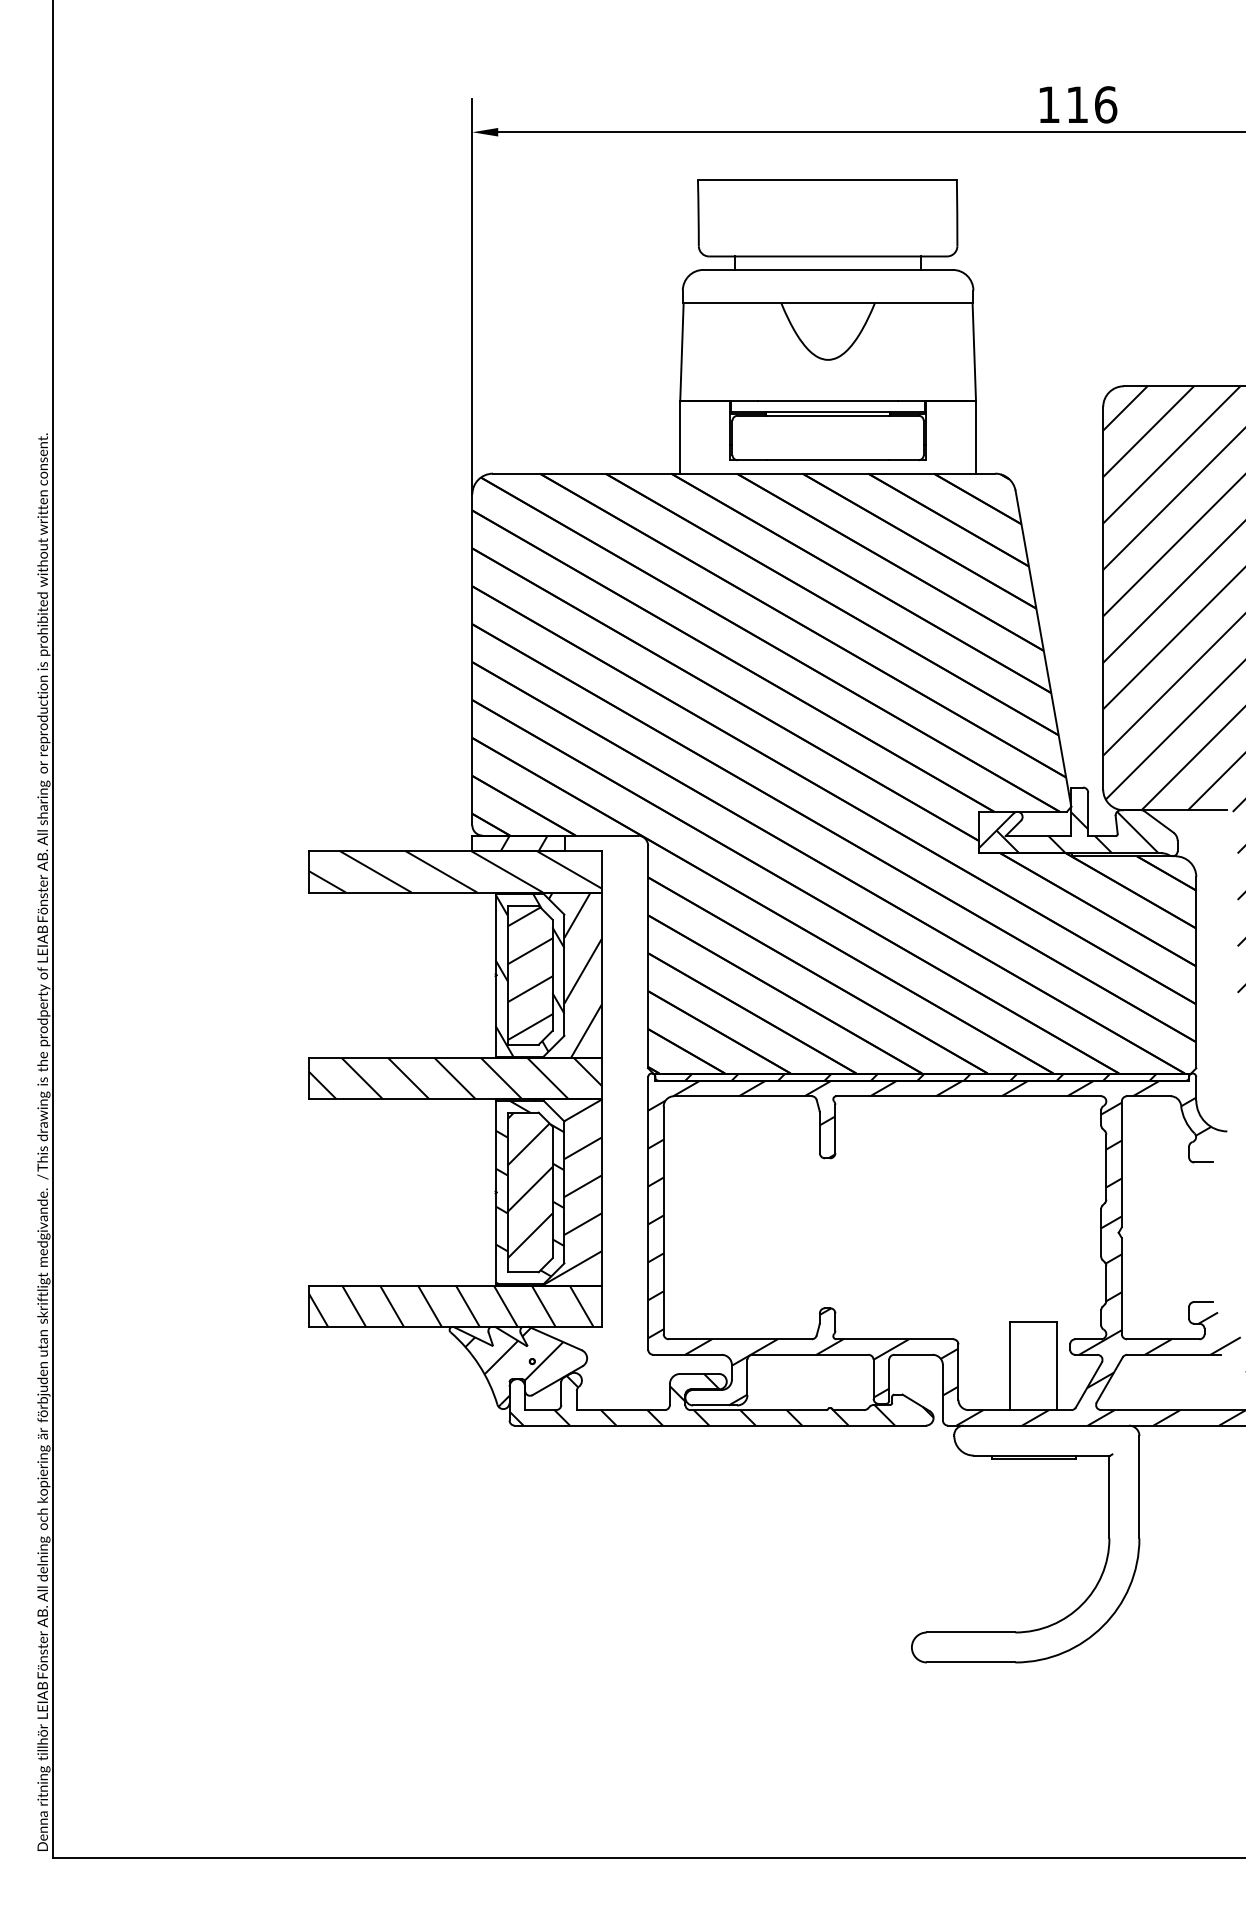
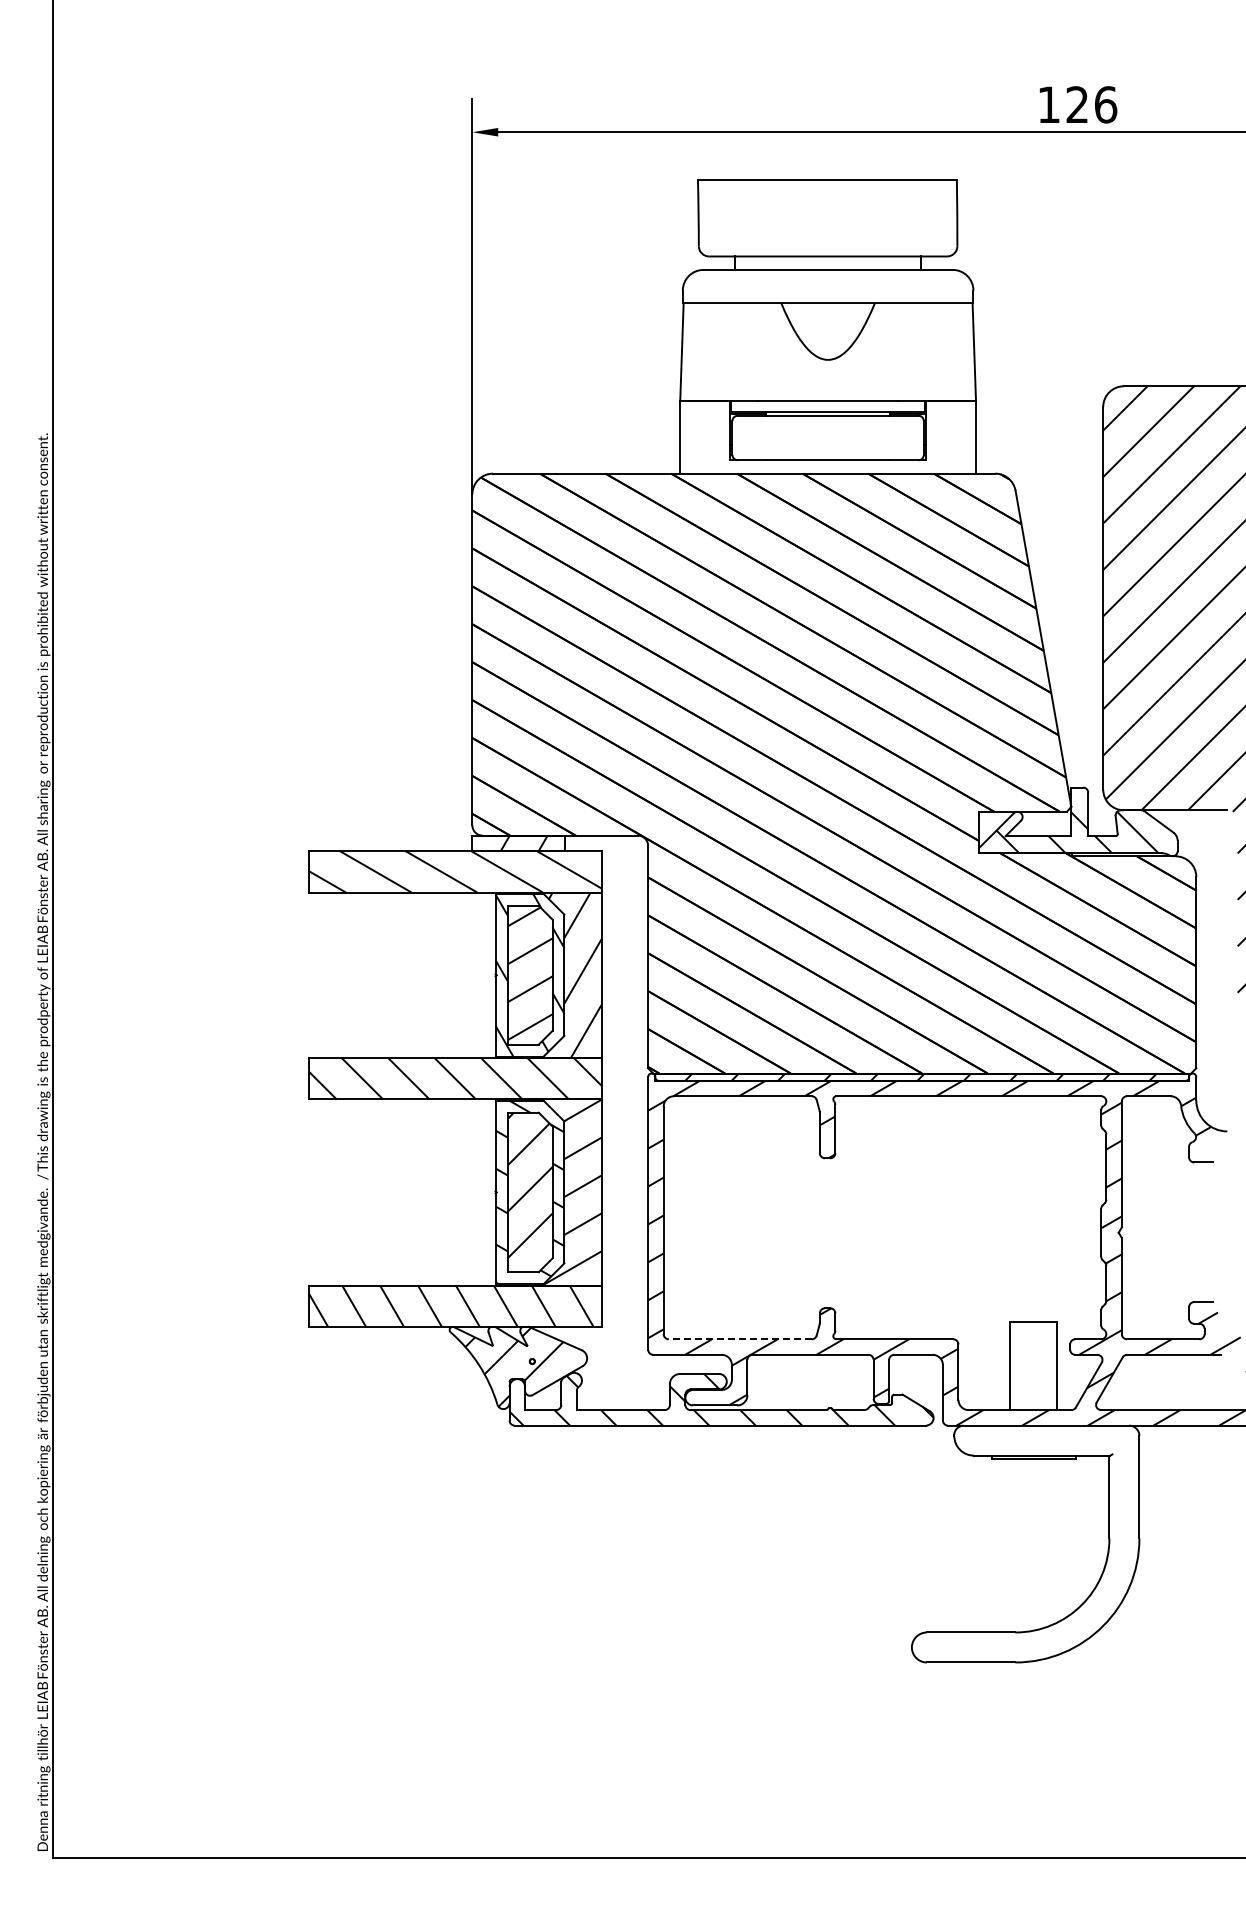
text at (1076, 104): 116 -> 126
line at (739, 1339): solid -> dashed
